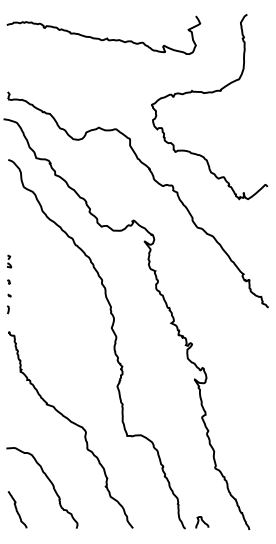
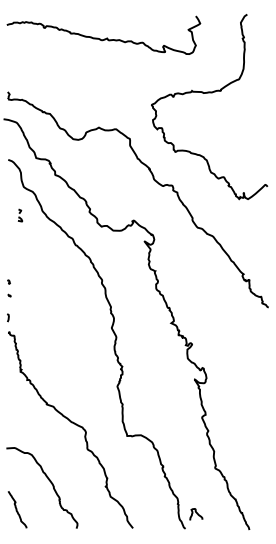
part at (9, 261) position: (9, 261) -> (20, 215)
line at (8, 309) position: (8, 309) -> (8, 317)
curve at (202, 521) position: (202, 521) -> (196, 513)
